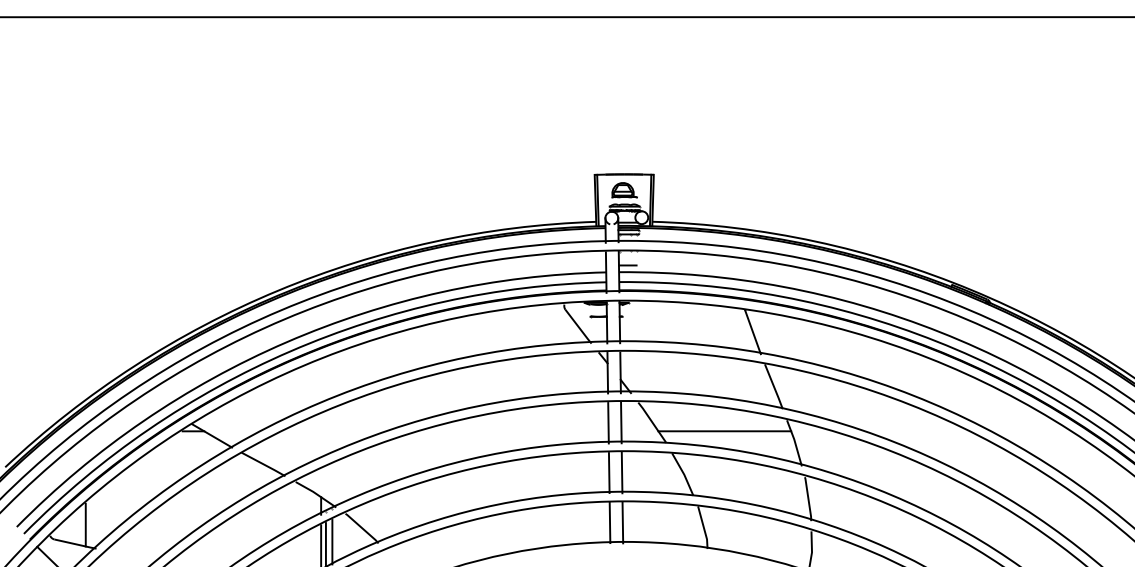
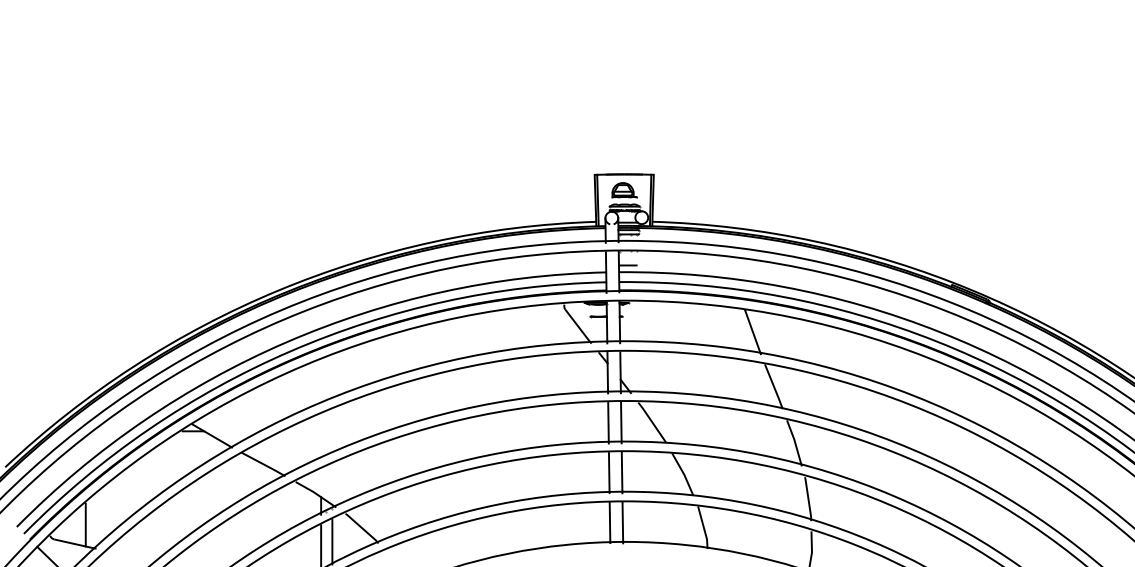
line at (566, 17): present -> none
line at (724, 431): present -> none
line at (325, 543): present -> none
